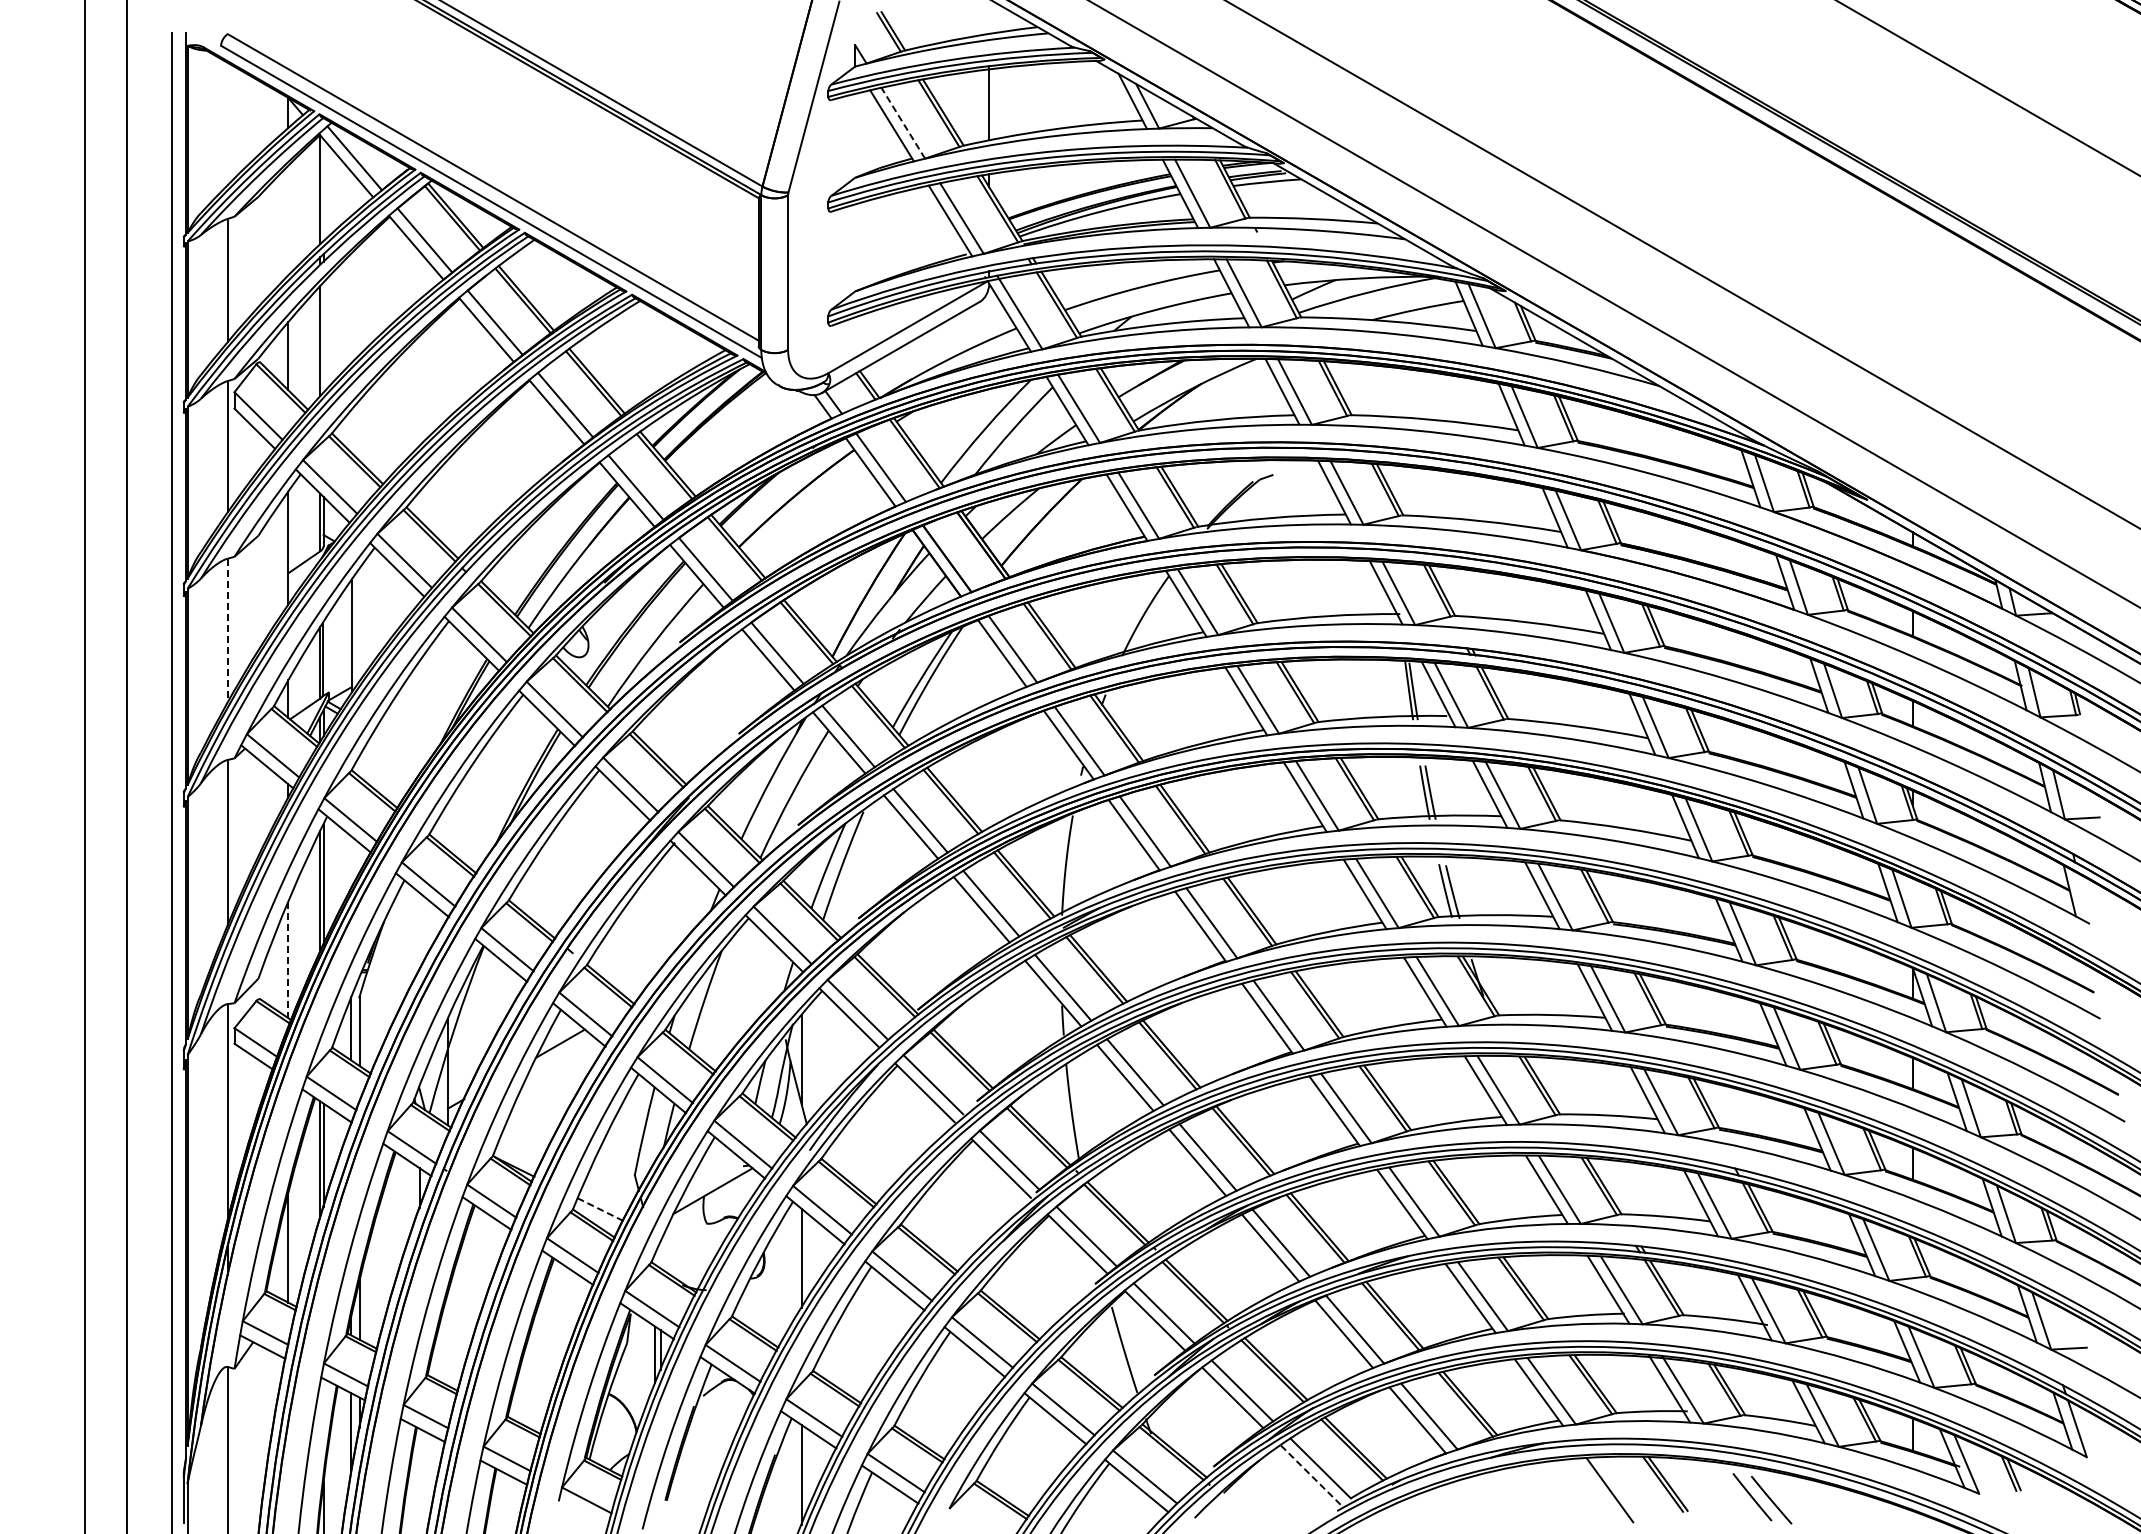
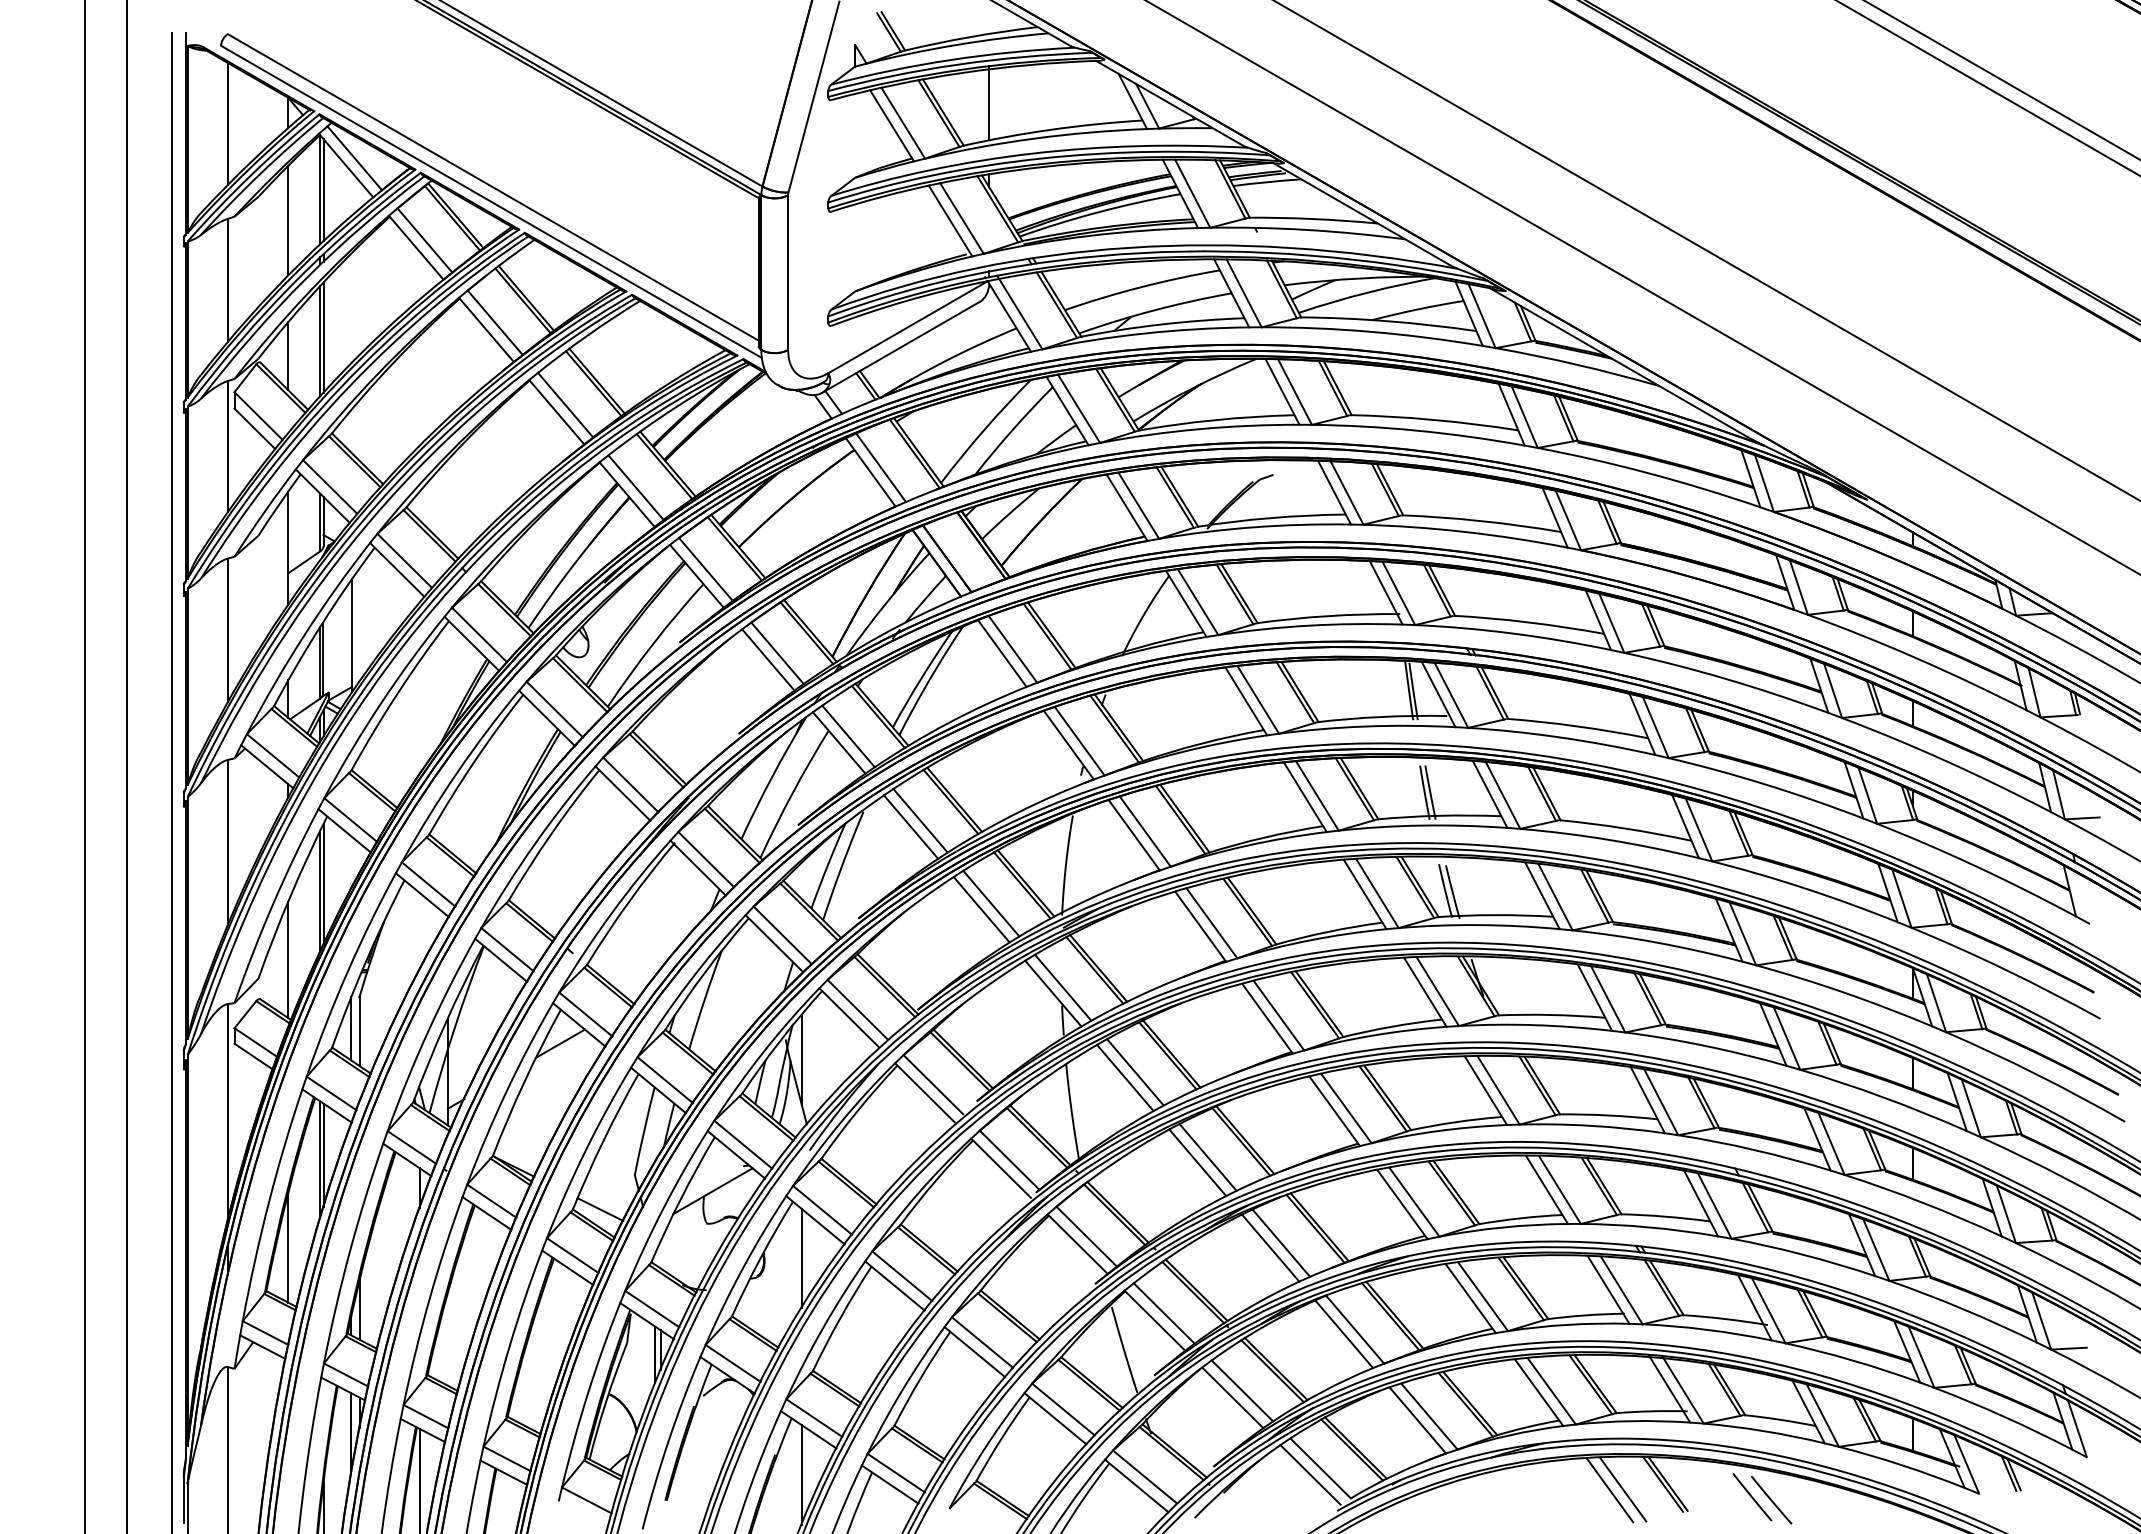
line at (2002, 80): none -> present
line at (227, 123): none -> present
line at (903, 123): dashed -> solid
line at (323, 190): none -> present
line at (288, 220): none -> present
line at (1682, 264) position: (1682, 264) -> (1706, 250)
line at (1614, 304) position: (1614, 304) -> (1642, 287)
line at (323, 337): none -> present
line at (227, 630): dashed -> solid
line at (288, 960): dashed -> solid
line at (600, 1209): dashed -> solid
line at (1310, 1474): dashed -> solid
line at (419, 1479): none -> present
line at (1622, 1489): none -> present
